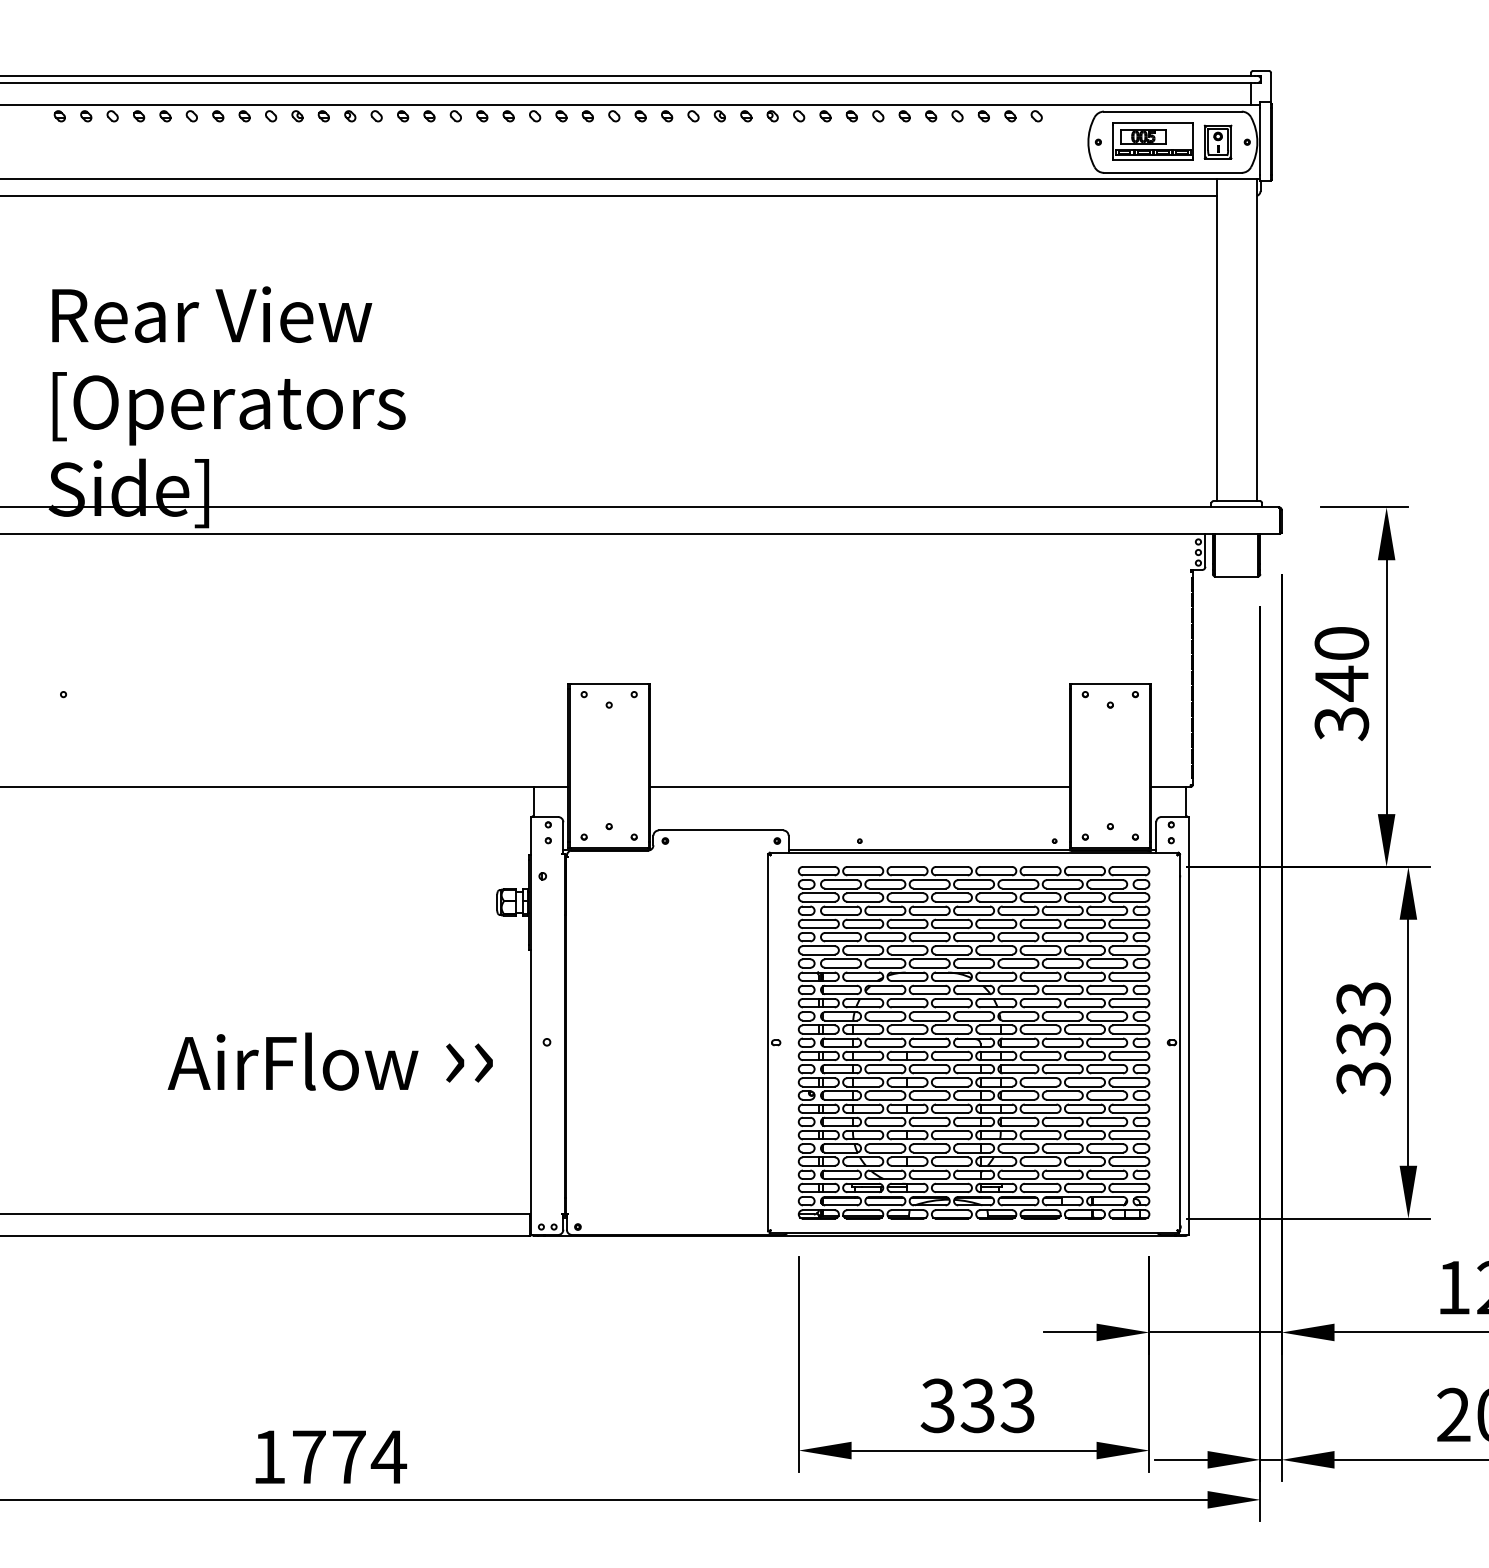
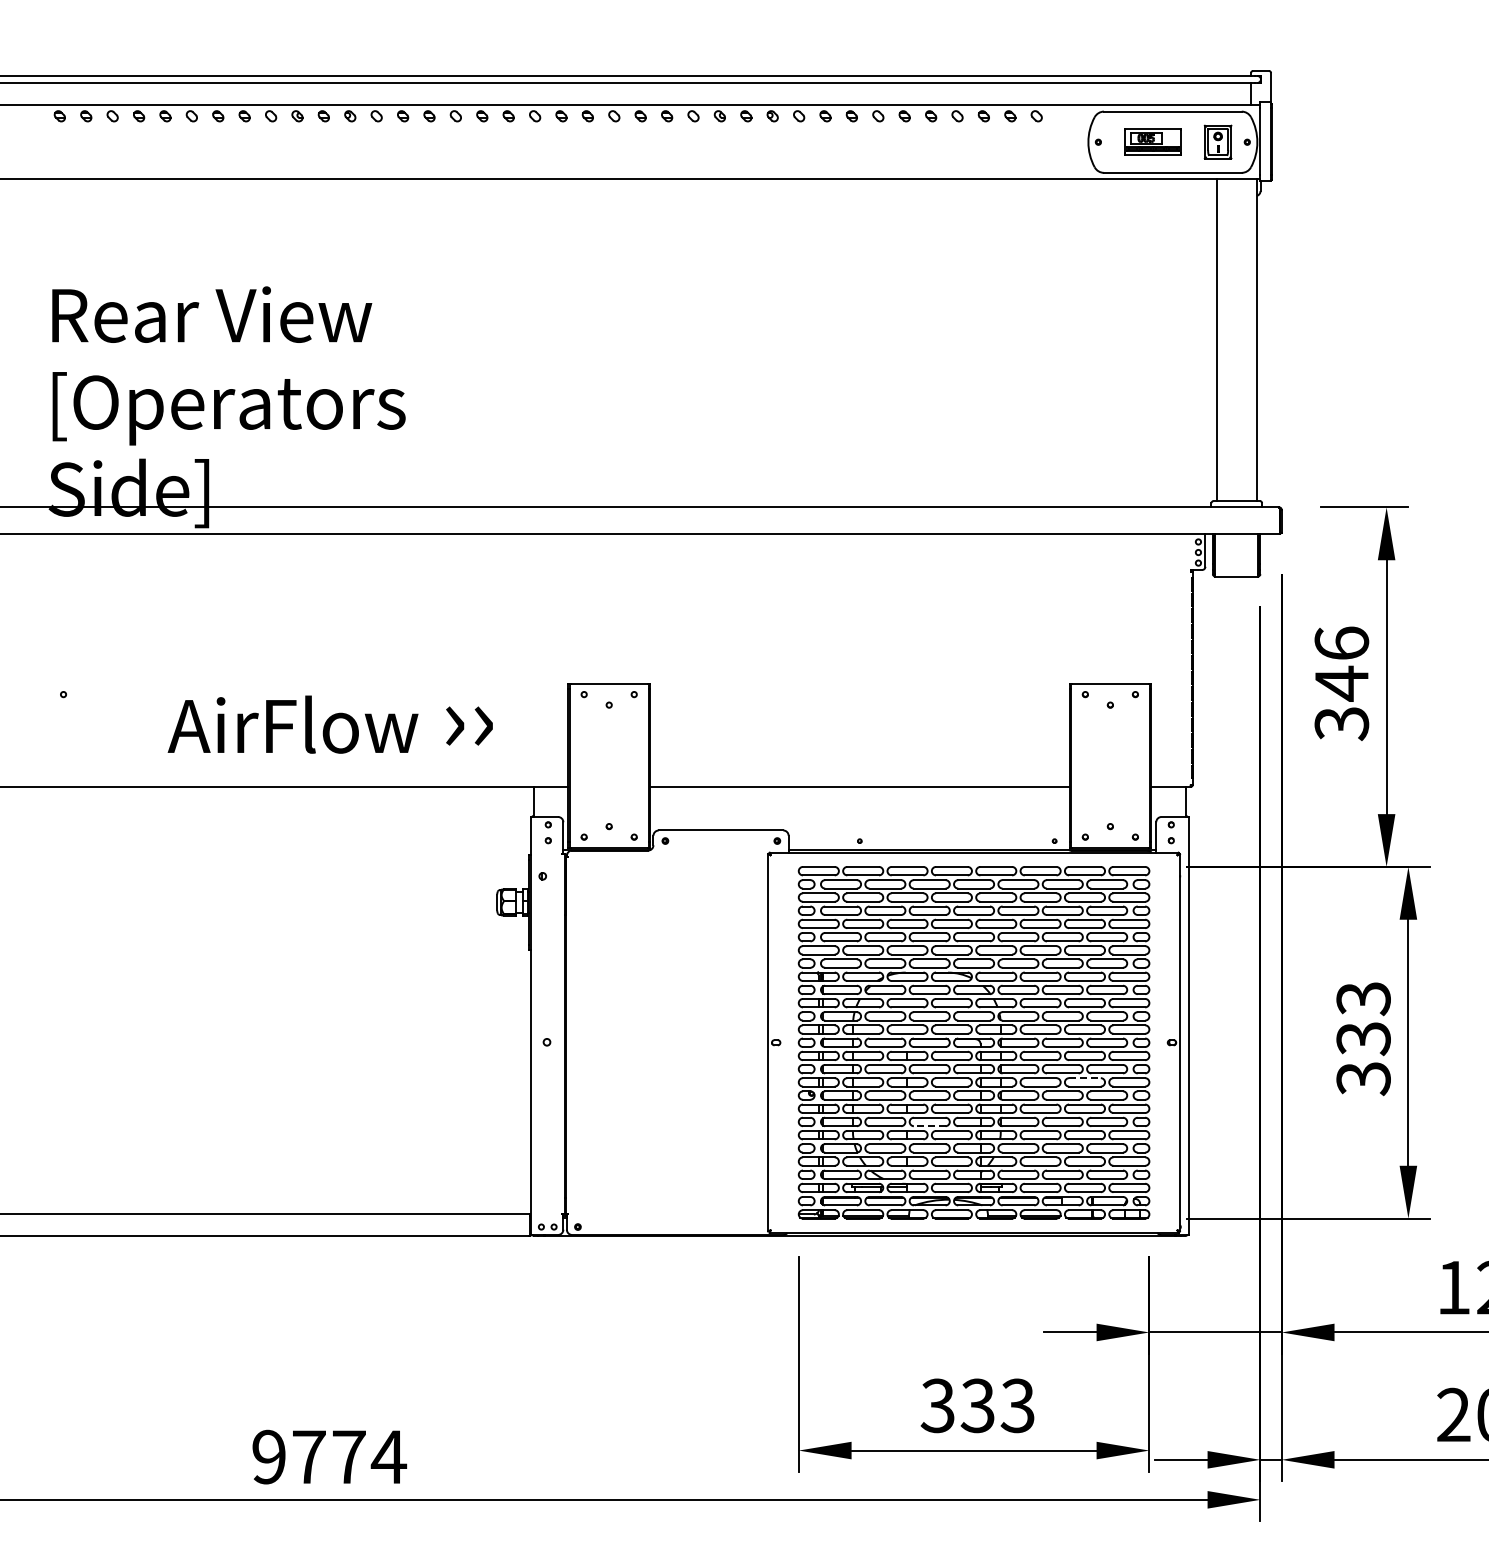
part at (1152, 141) size: 82x39 px -> 58x28 px
line at (609, 196): present -> none
text at (1341, 642): 340 -> 346
text at (329, 1061) position: (329, 1061) -> (329, 724)
line at (1084, 1078): solid -> dashed
line at (929, 1126): solid -> dashed
text at (268, 1456): 1774 -> 9774
